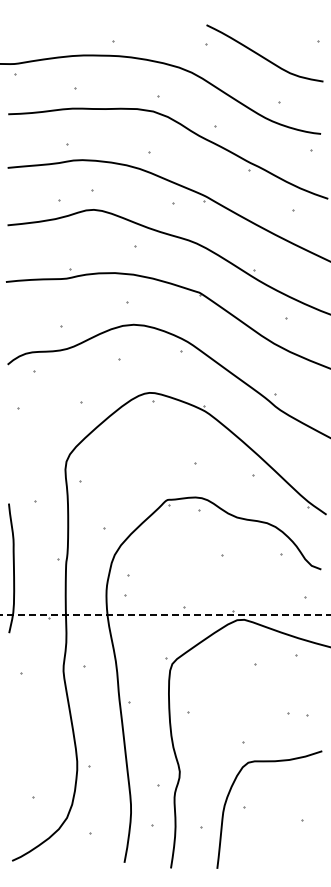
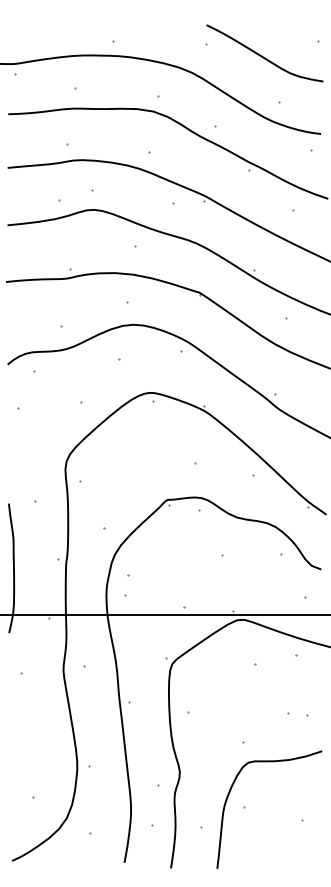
line at (165, 615): dashed -> solid
